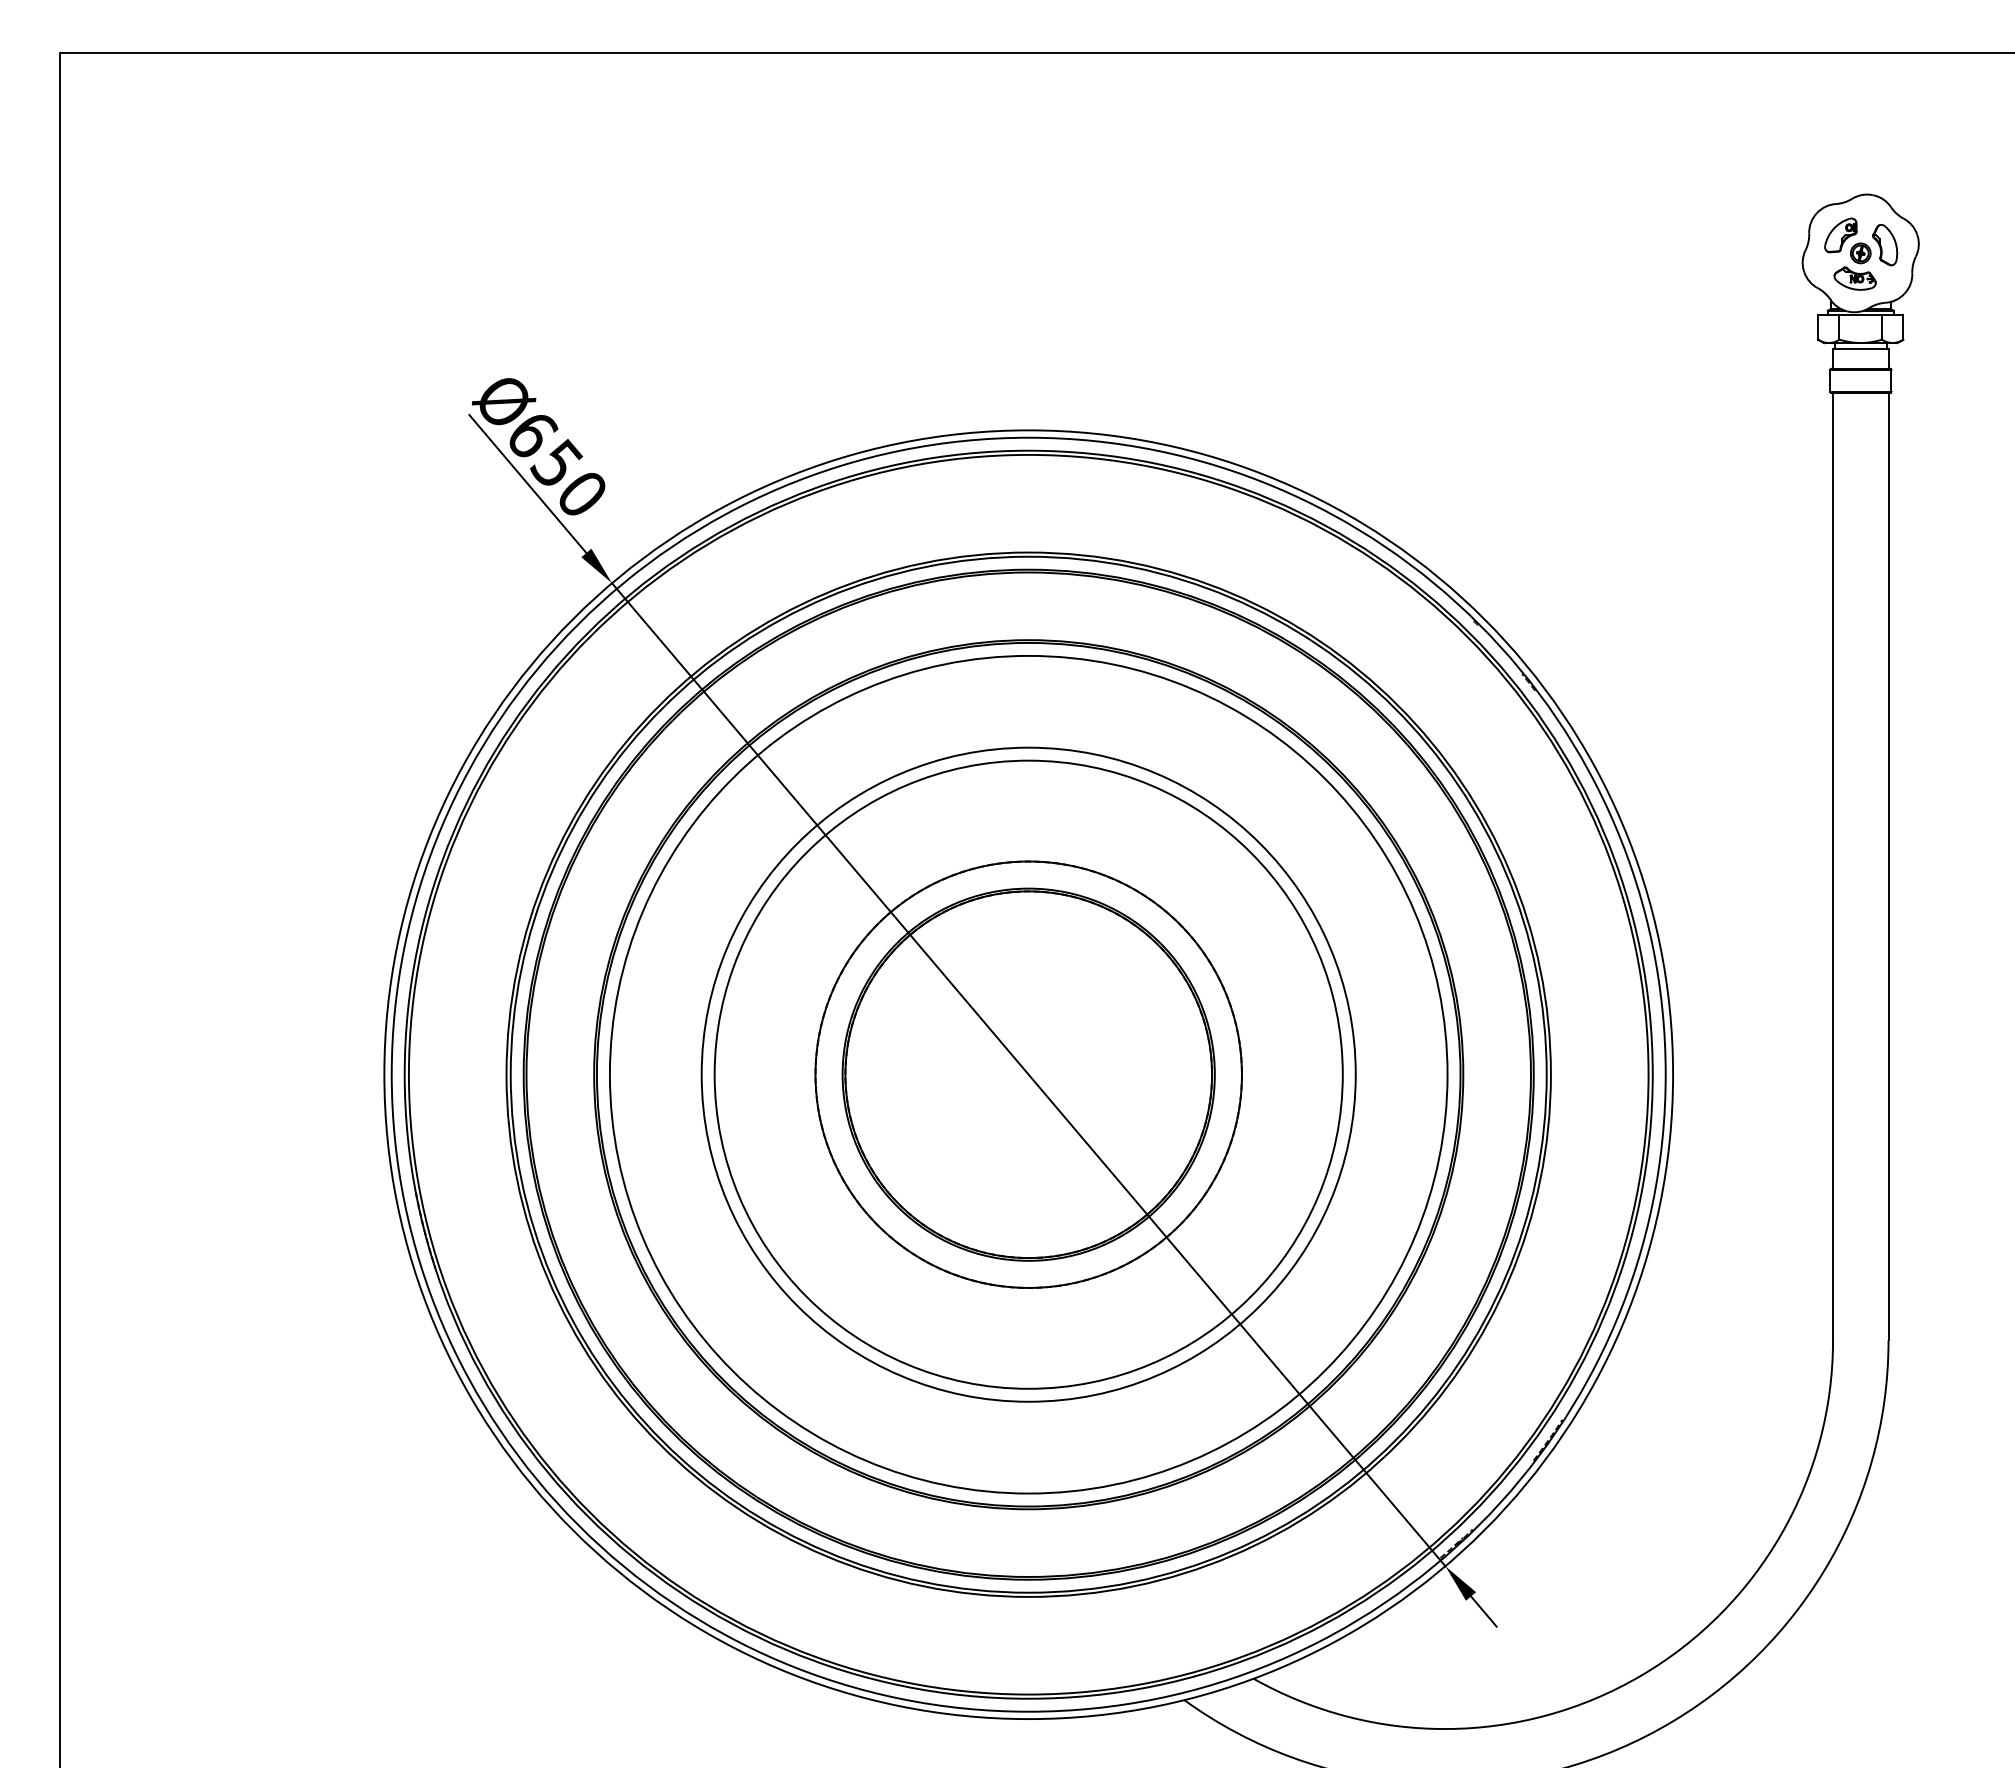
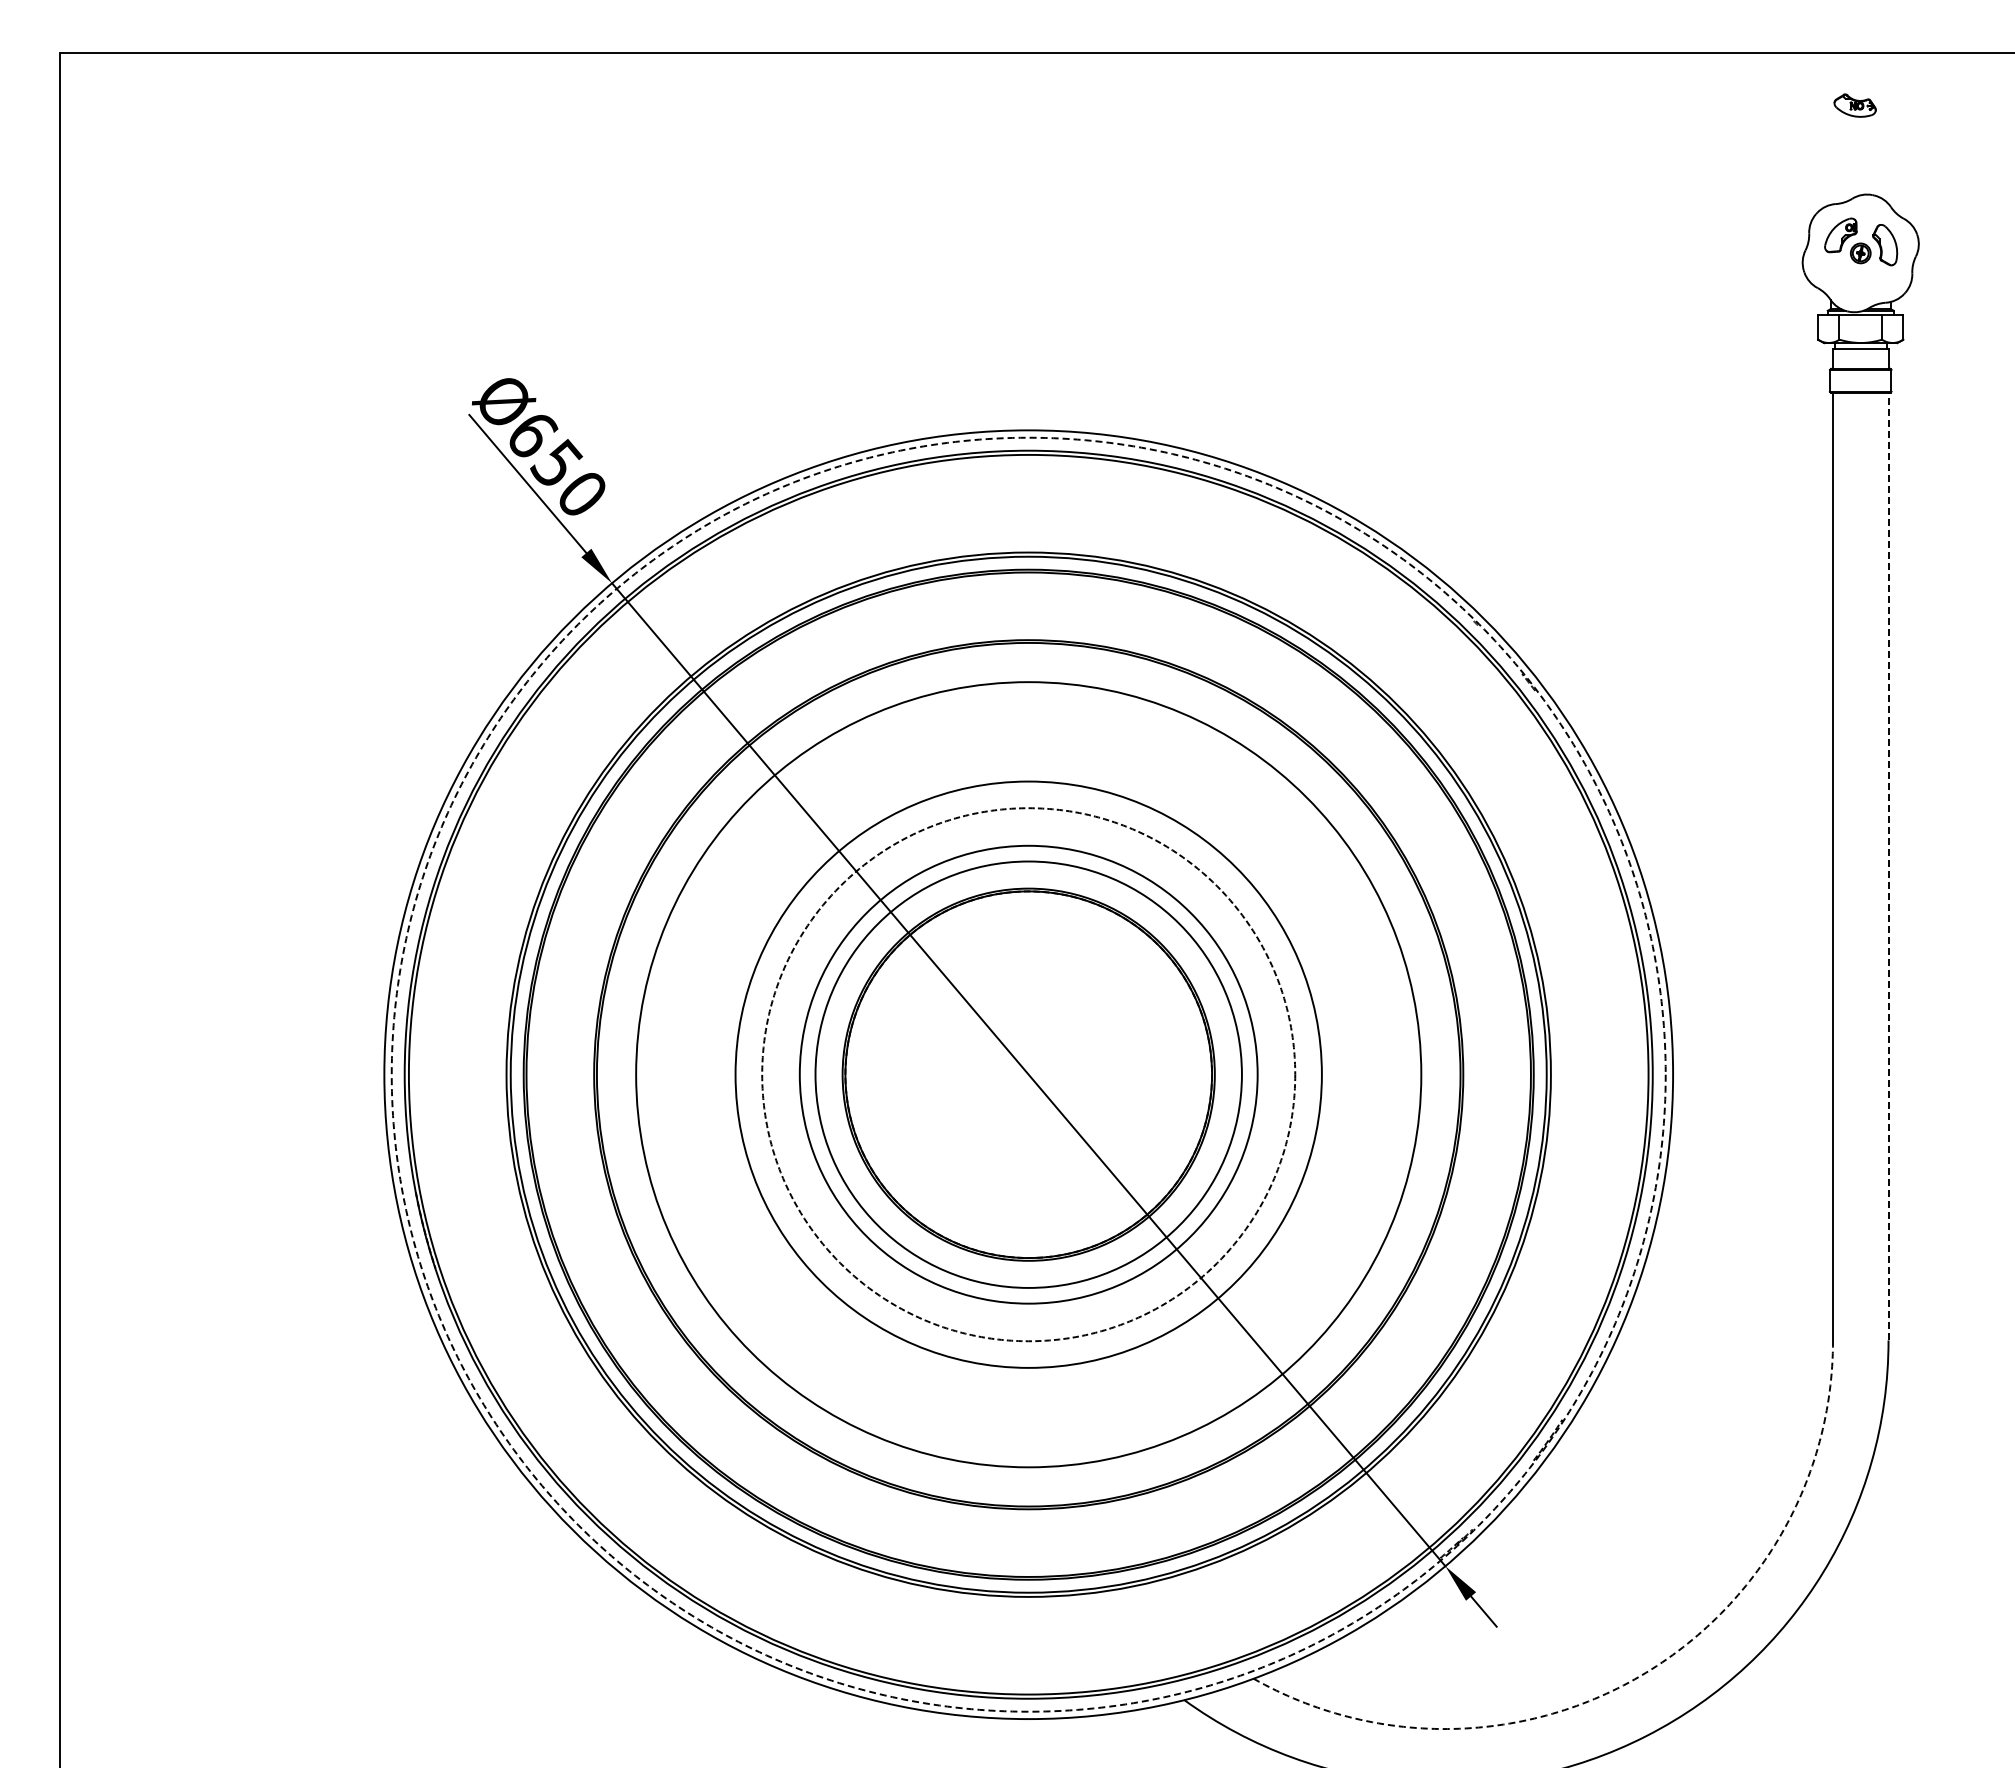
part at (1854, 278) position: (1854, 278) -> (1854, 105)
line at (1888, 866): solid -> dashed
circle at (1028, 1074) diameter: 426 px -> 533 px
circle at (1028, 1074) diameter: 628 px -> 785 px
circle at (1028, 1074) diameter: 654 px -> 458 px
circle at (1028, 1074) diameter: 838 px -> 586 px
circle at (1028, 1074): solid -> dashed
arc at (1640, 1676): solid -> dashed
